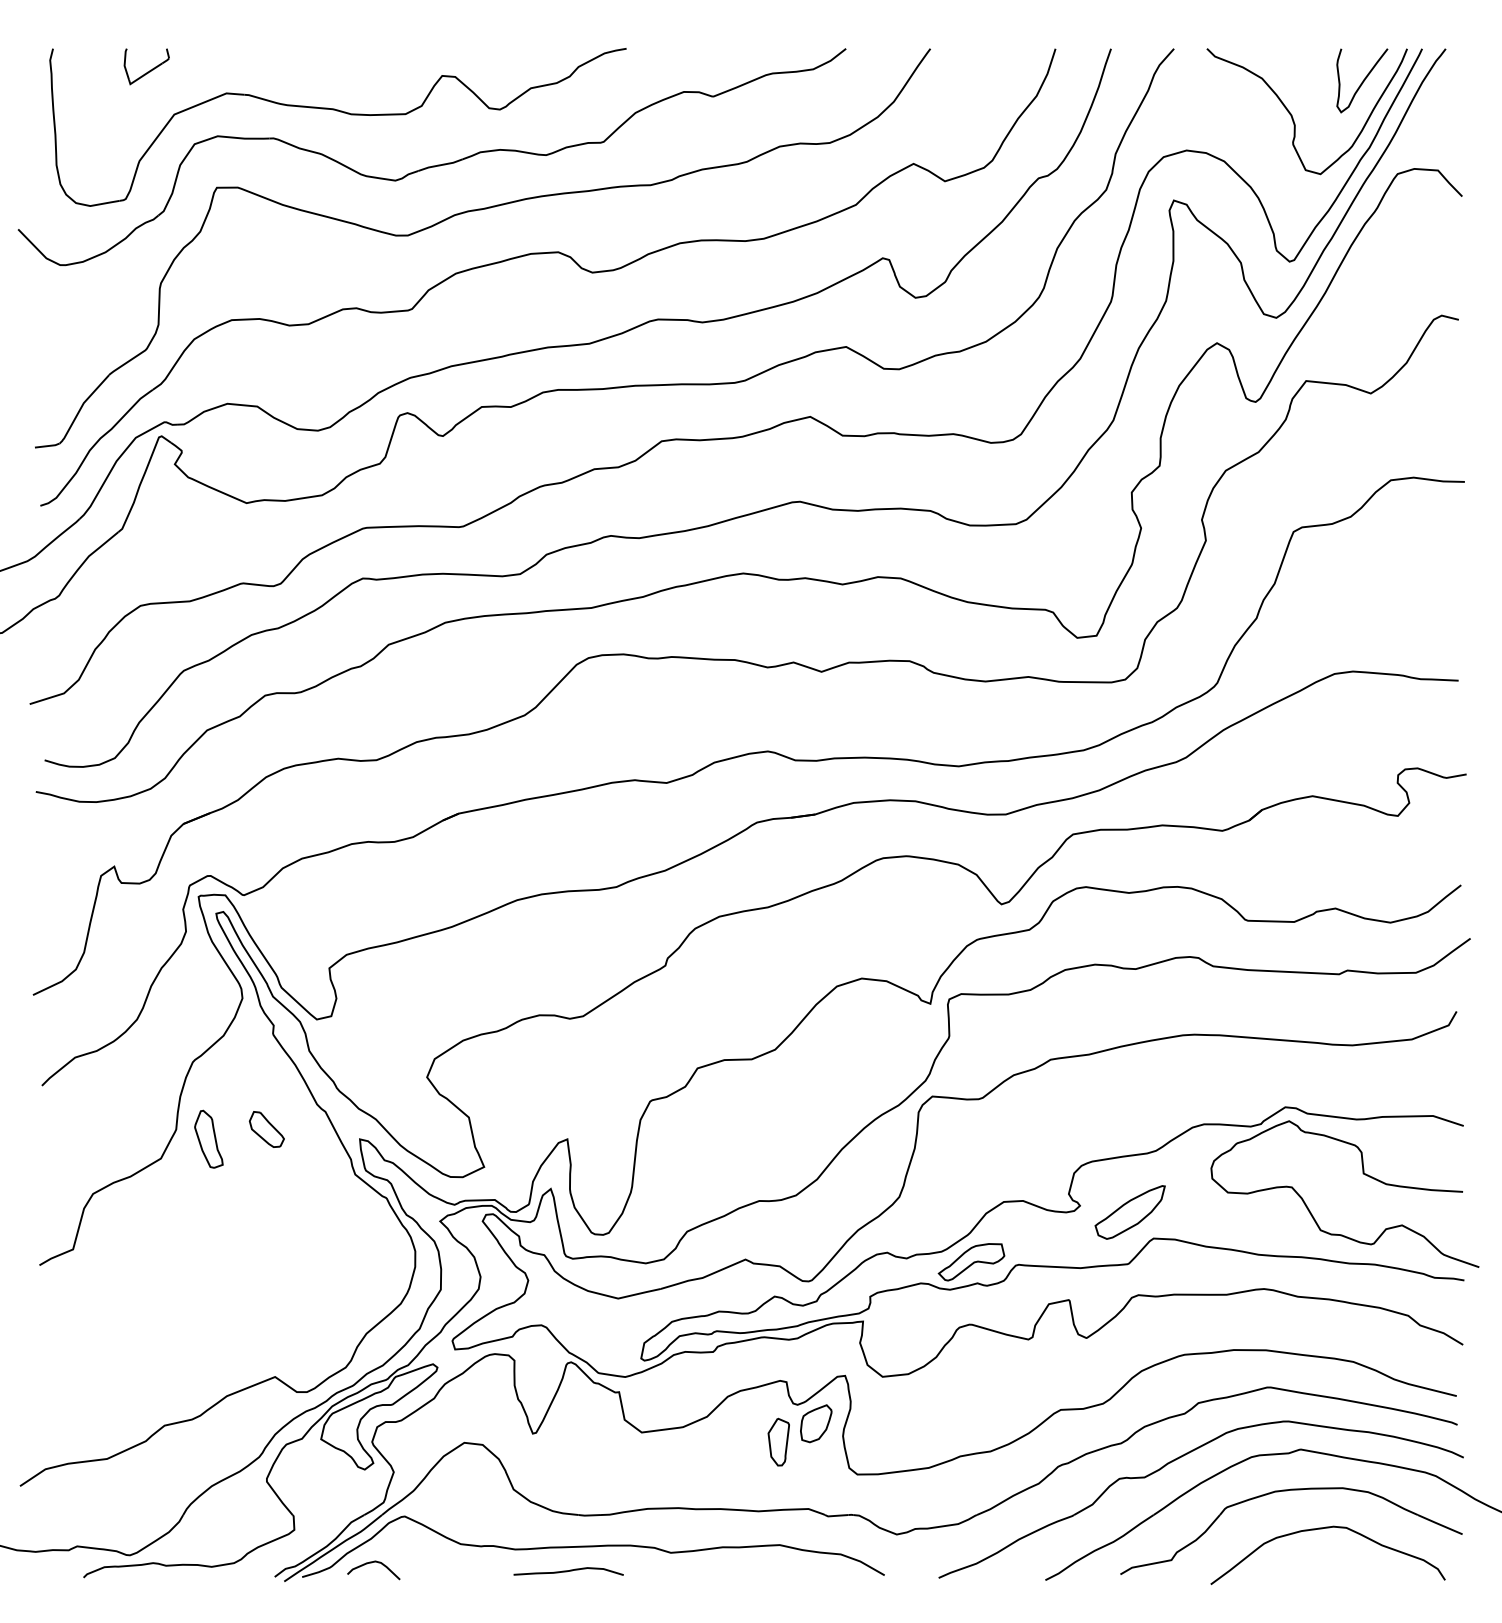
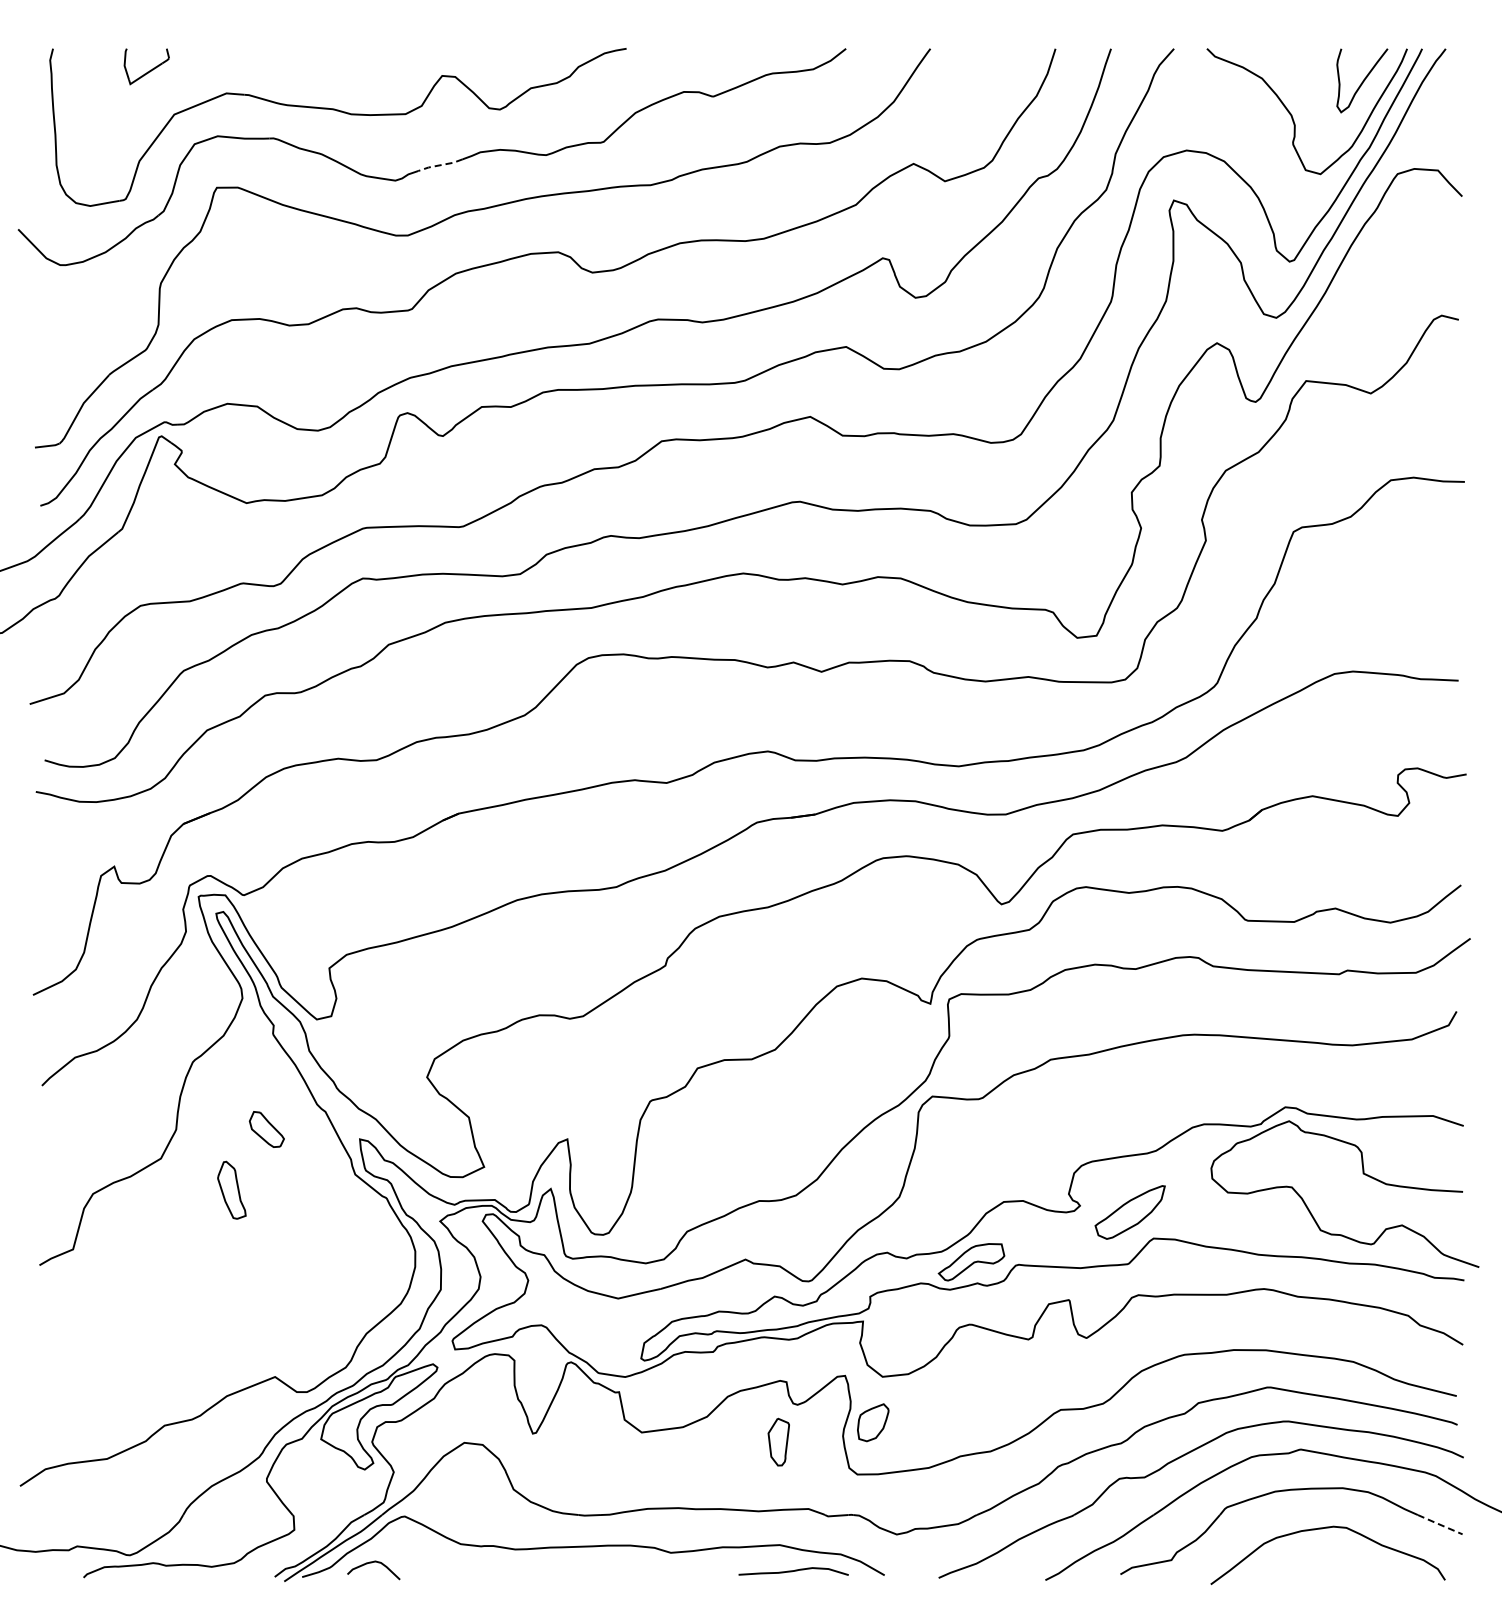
line at (440, 165): solid -> dashed
part at (208, 1138) position: (208, 1138) -> (231, 1189)
part at (816, 1423) position: (816, 1423) -> (873, 1422)
line at (1438, 1524): solid -> dashed
curve at (568, 1571) position: (568, 1571) -> (793, 1571)
